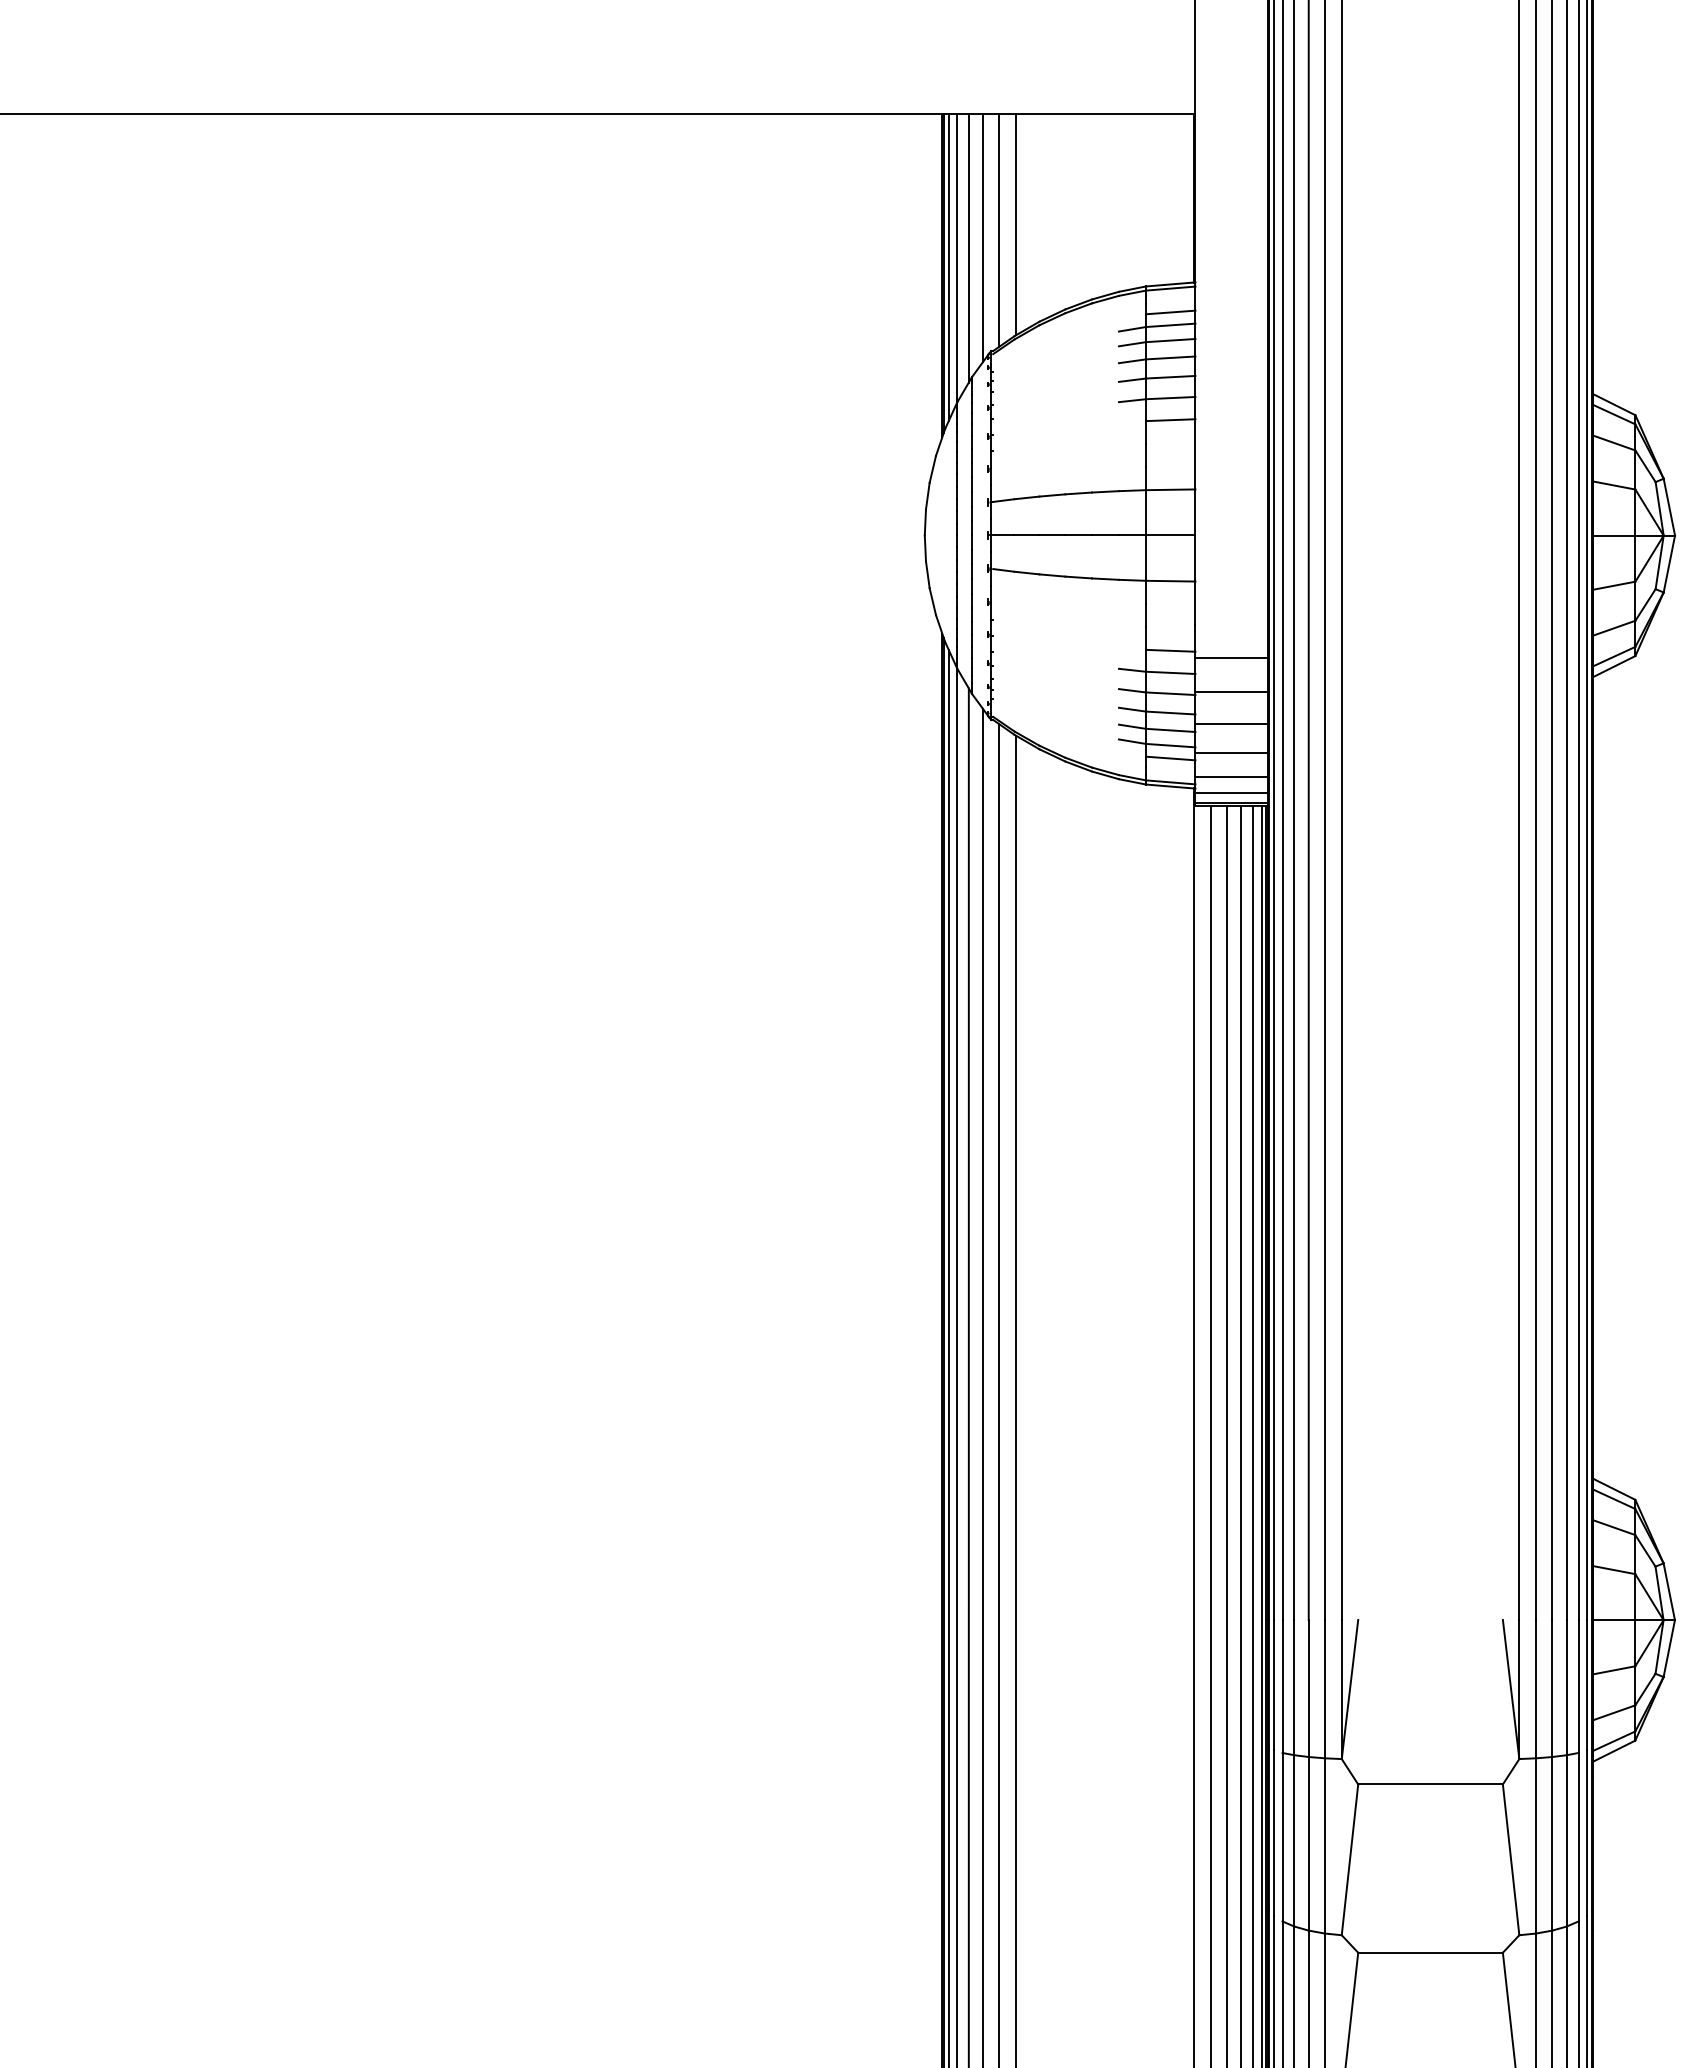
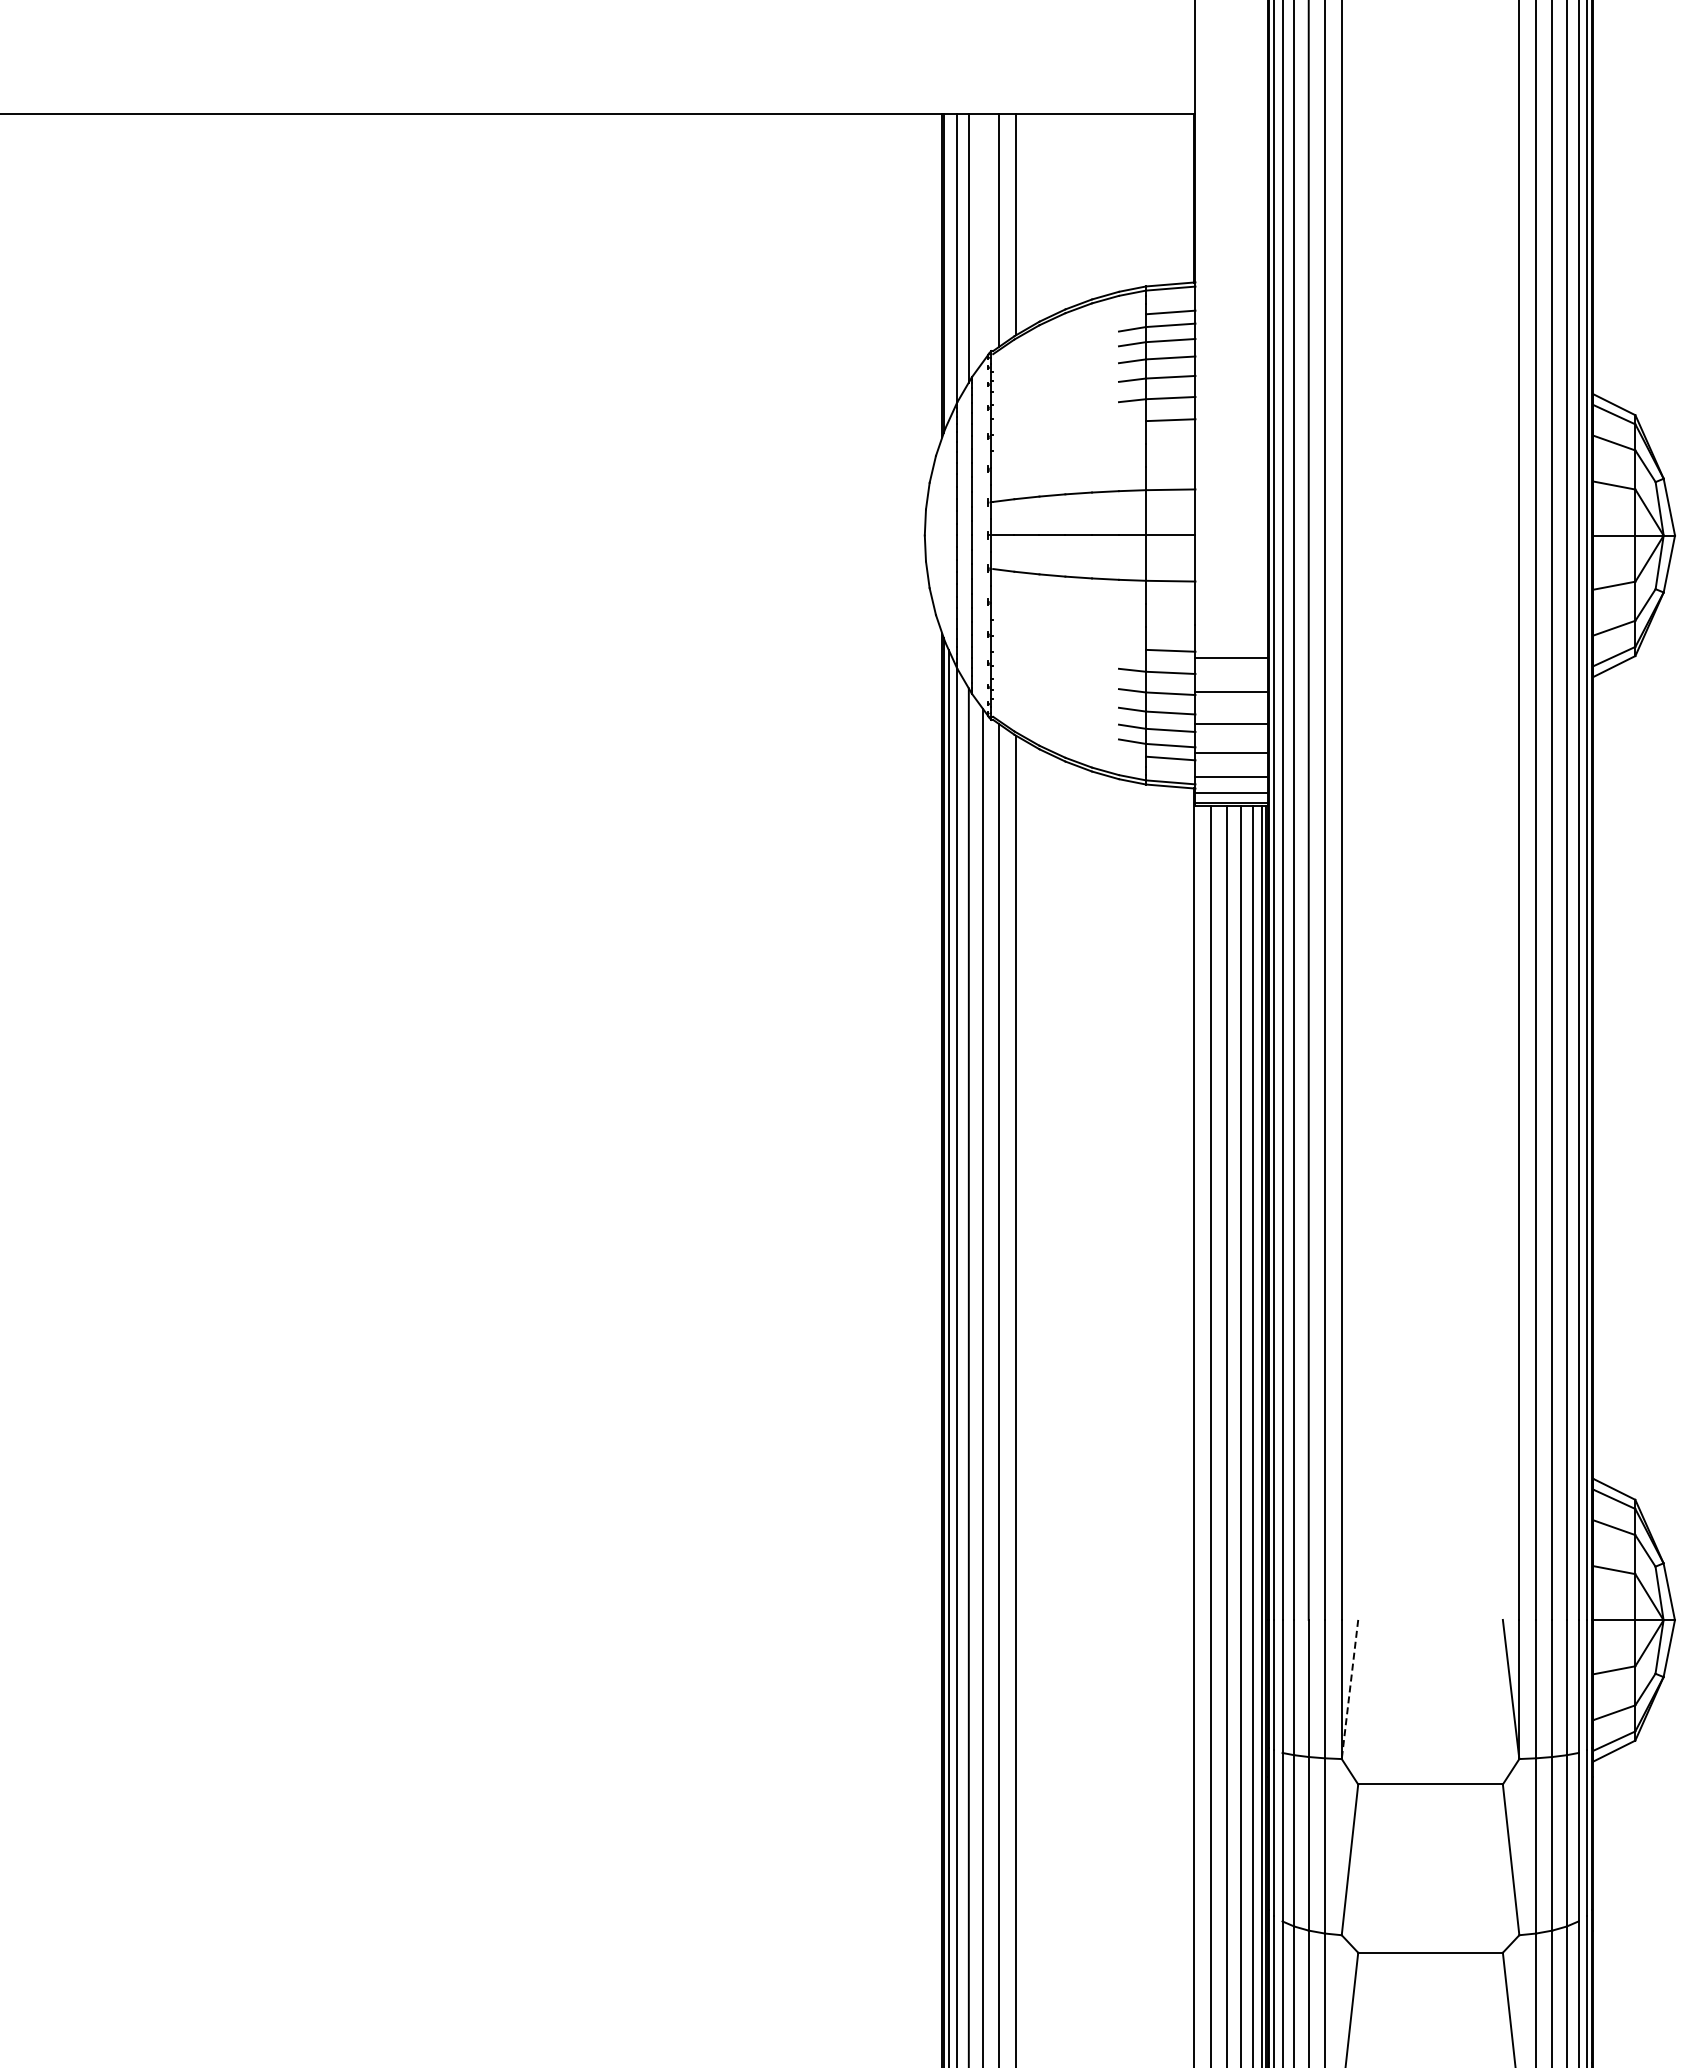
line at (983, 237): present -> none
line at (948, 267): present -> none
line at (1349, 1689): solid -> dashed
